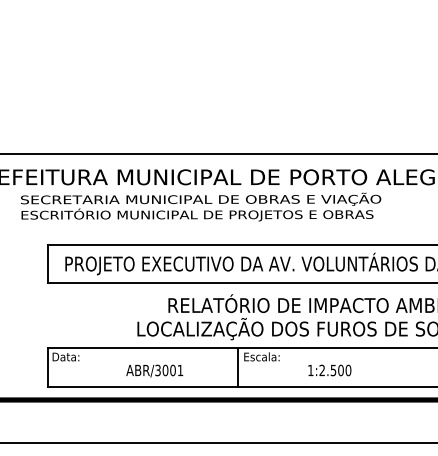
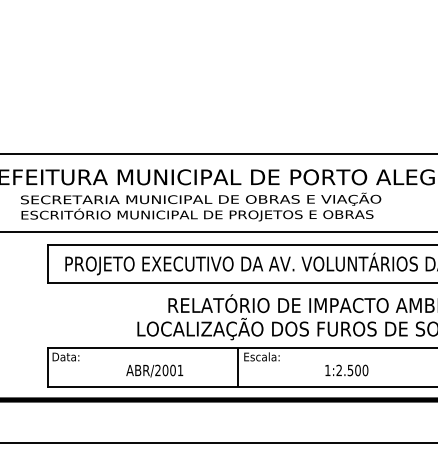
line at (218, 231): none -> present
text at (157, 370): ABR/3001 -> ABR/2001
text at (329, 370) position: (329, 370) -> (346, 370)
